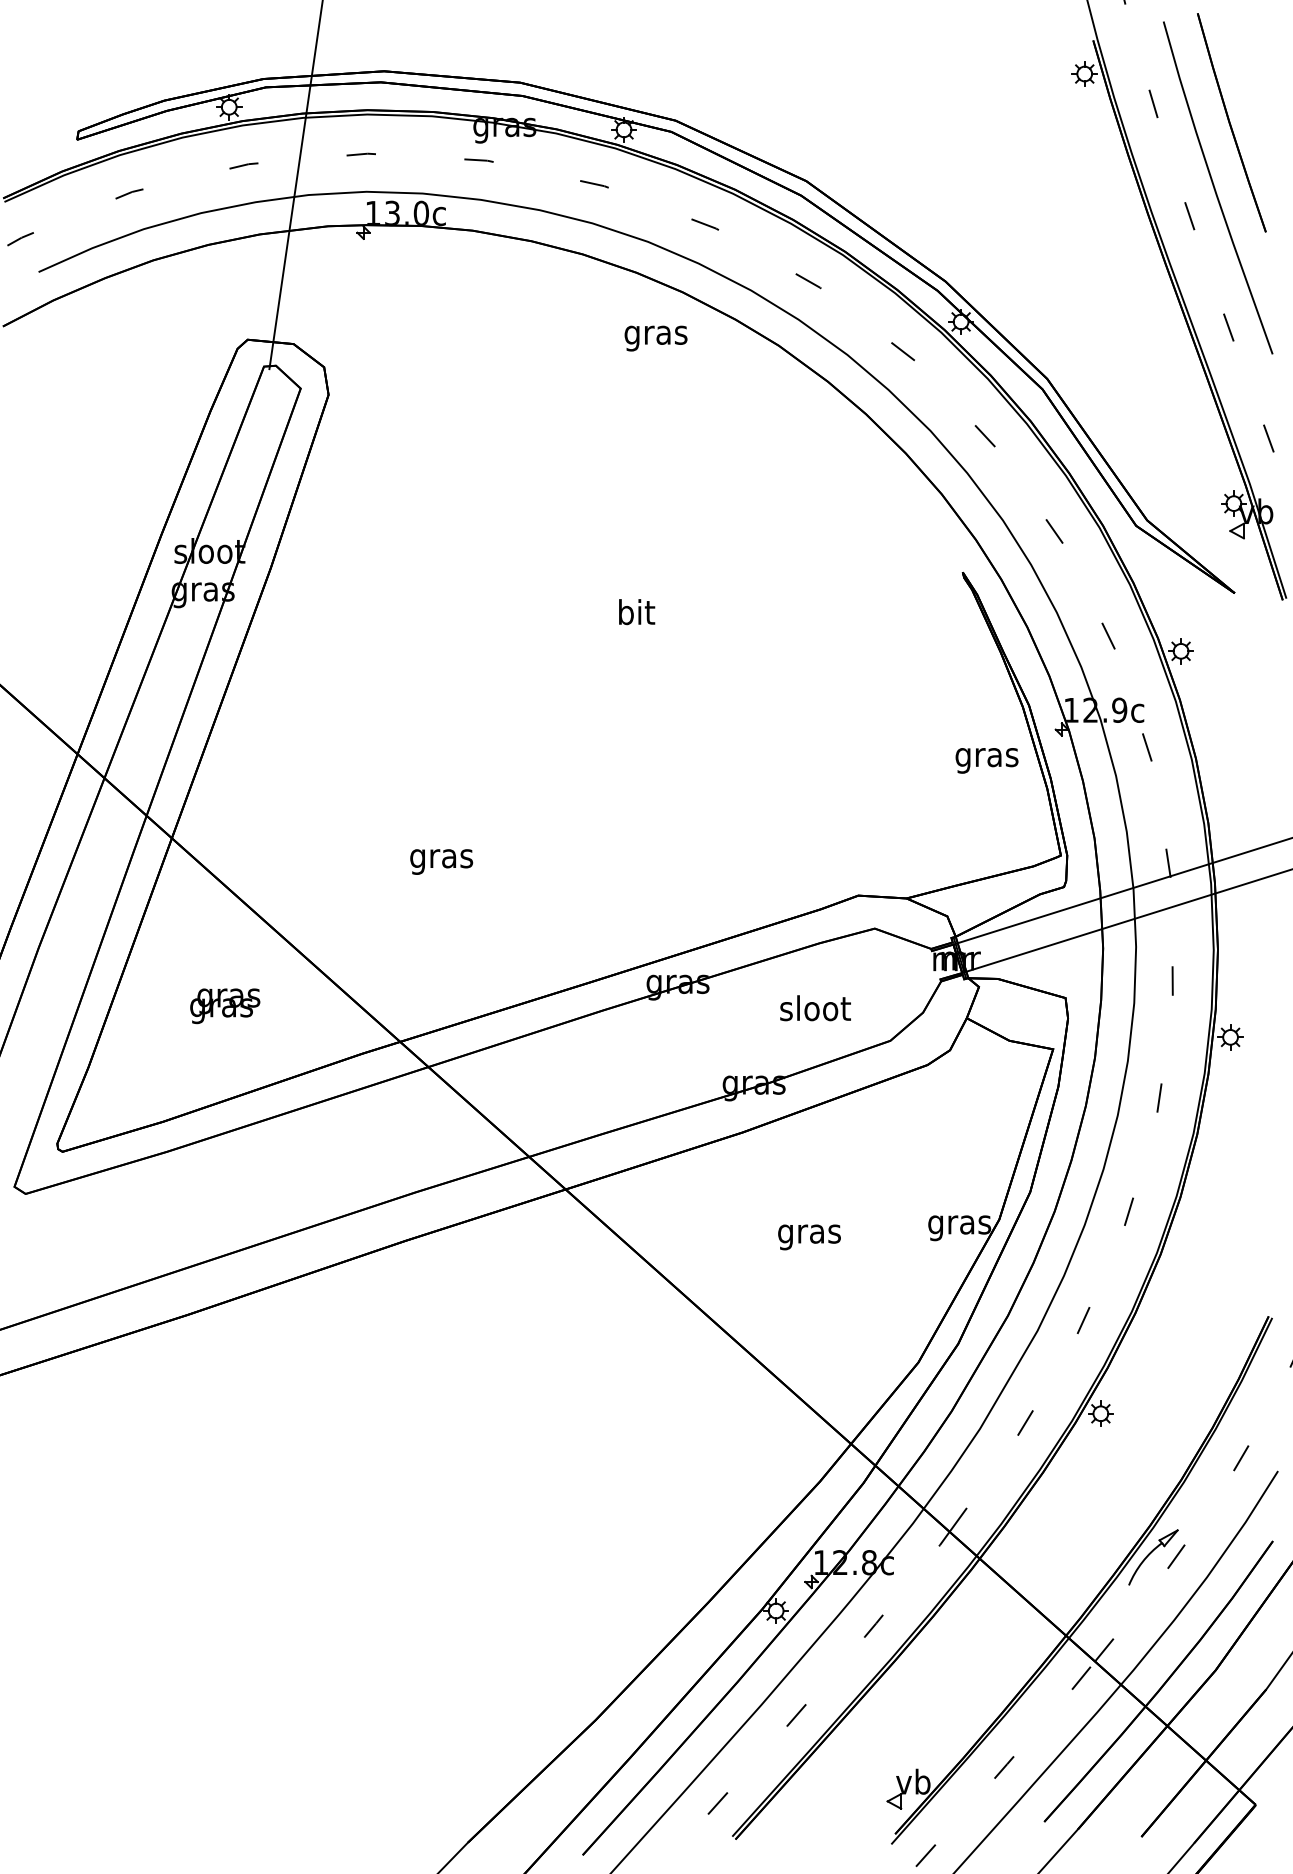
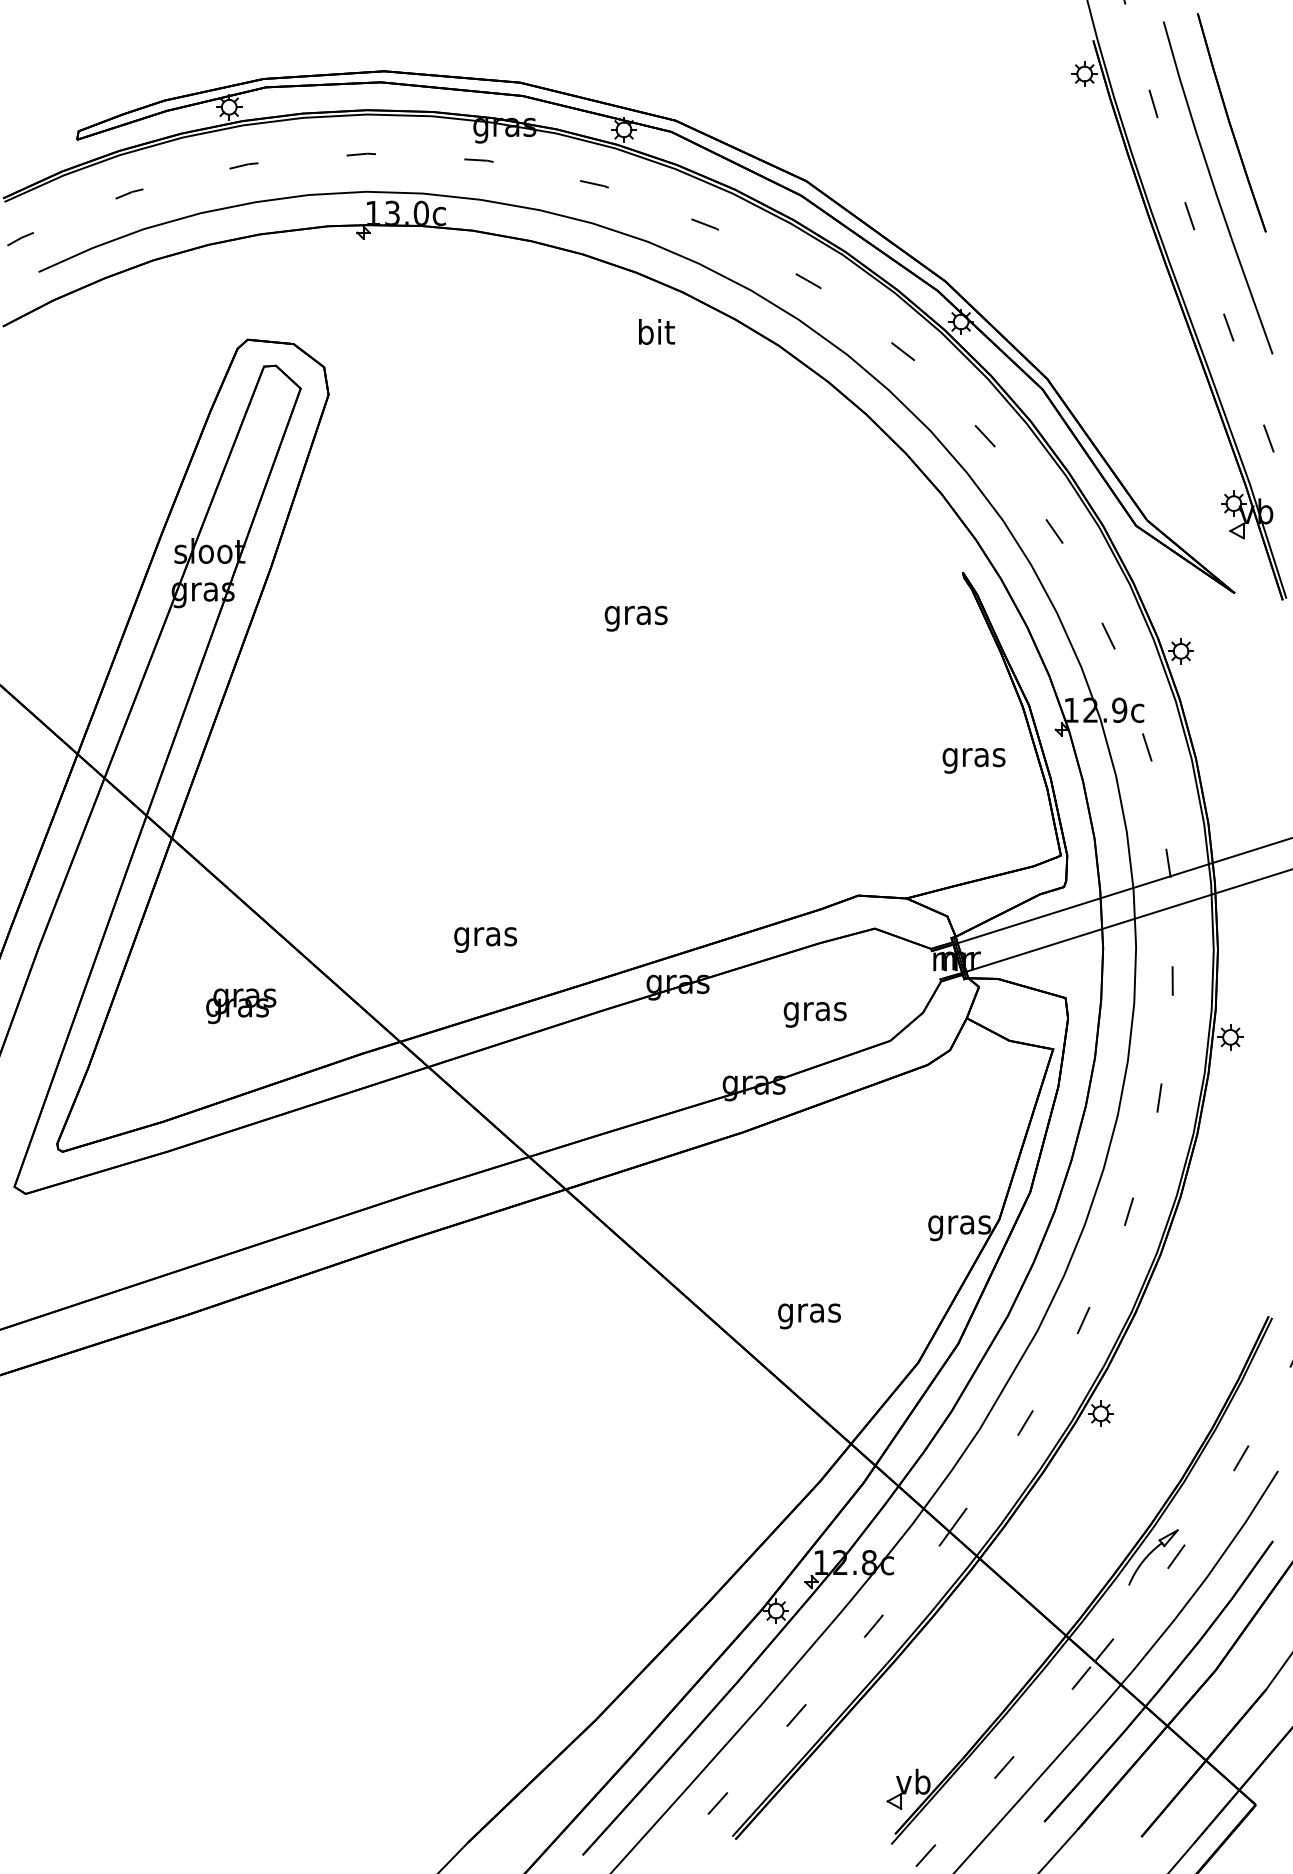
line at (295, 185): present -> none
text at (655, 335): gras -> bit
text at (635, 615): bit -> gras
text at (986, 760) position: (986, 760) -> (973, 760)
text at (441, 861) position: (441, 861) -> (485, 939)
text at (225, 1006) position: (225, 1006) -> (241, 1006)
text at (815, 1011): sloot -> gras
text at (809, 1237) position: (809, 1237) -> (809, 1316)
